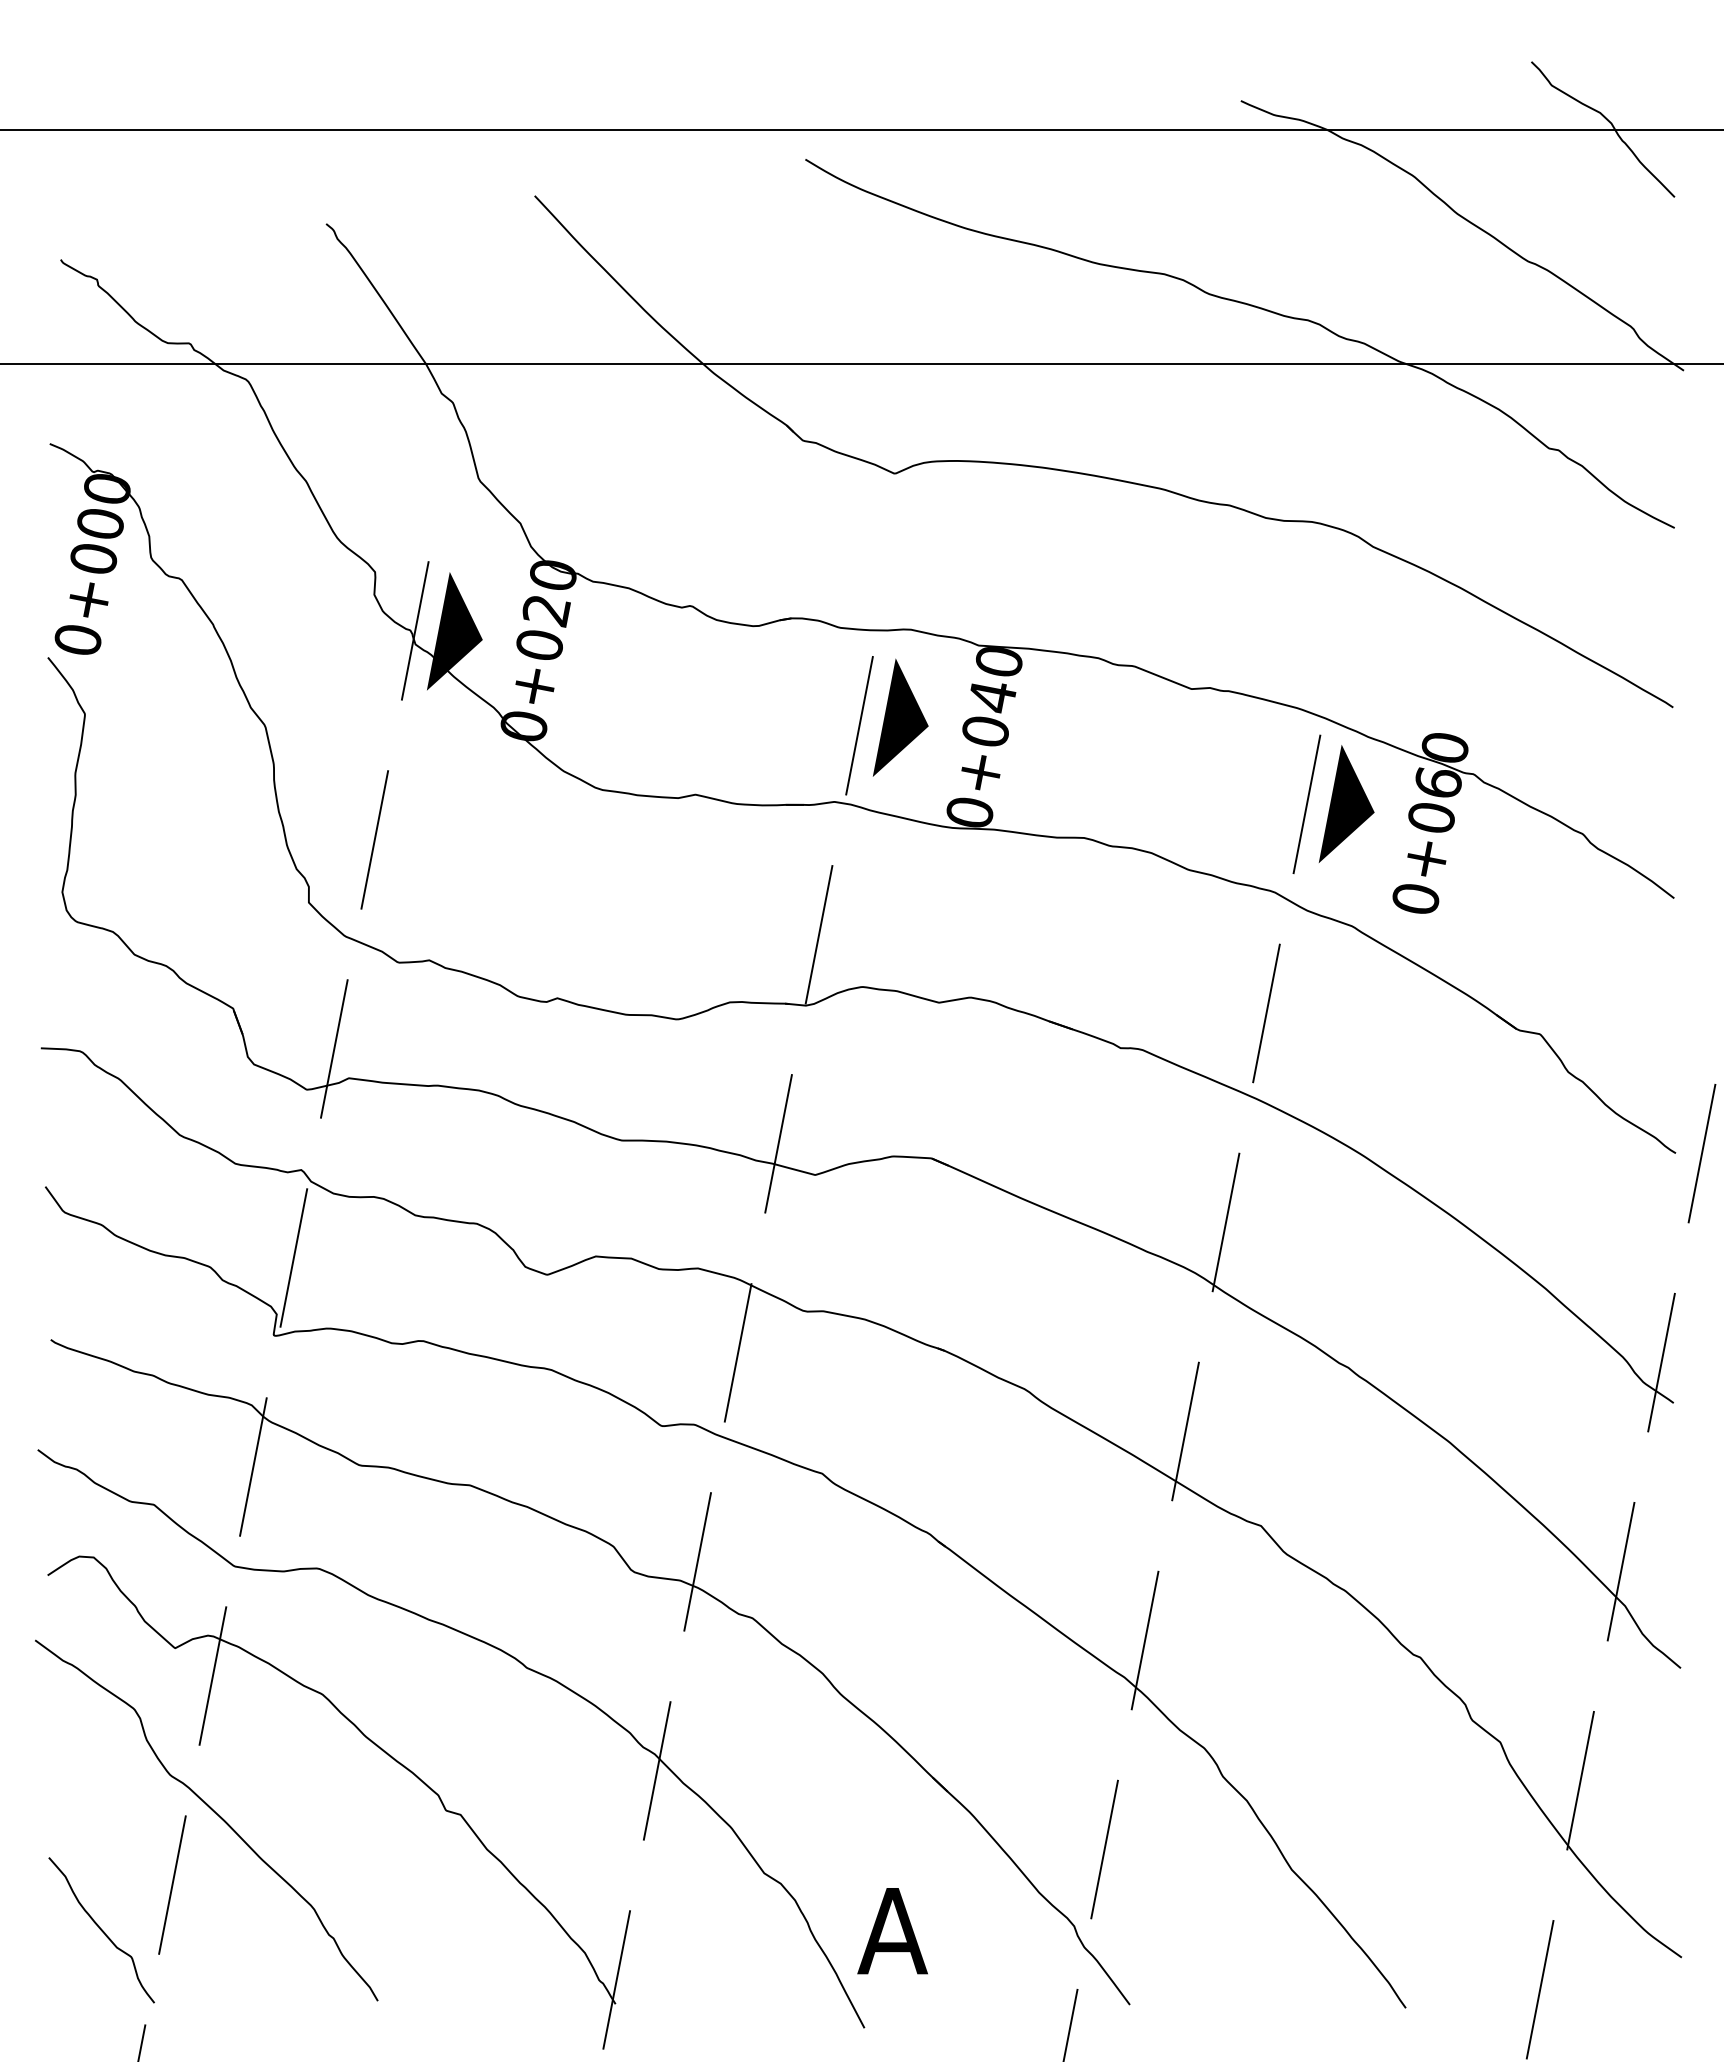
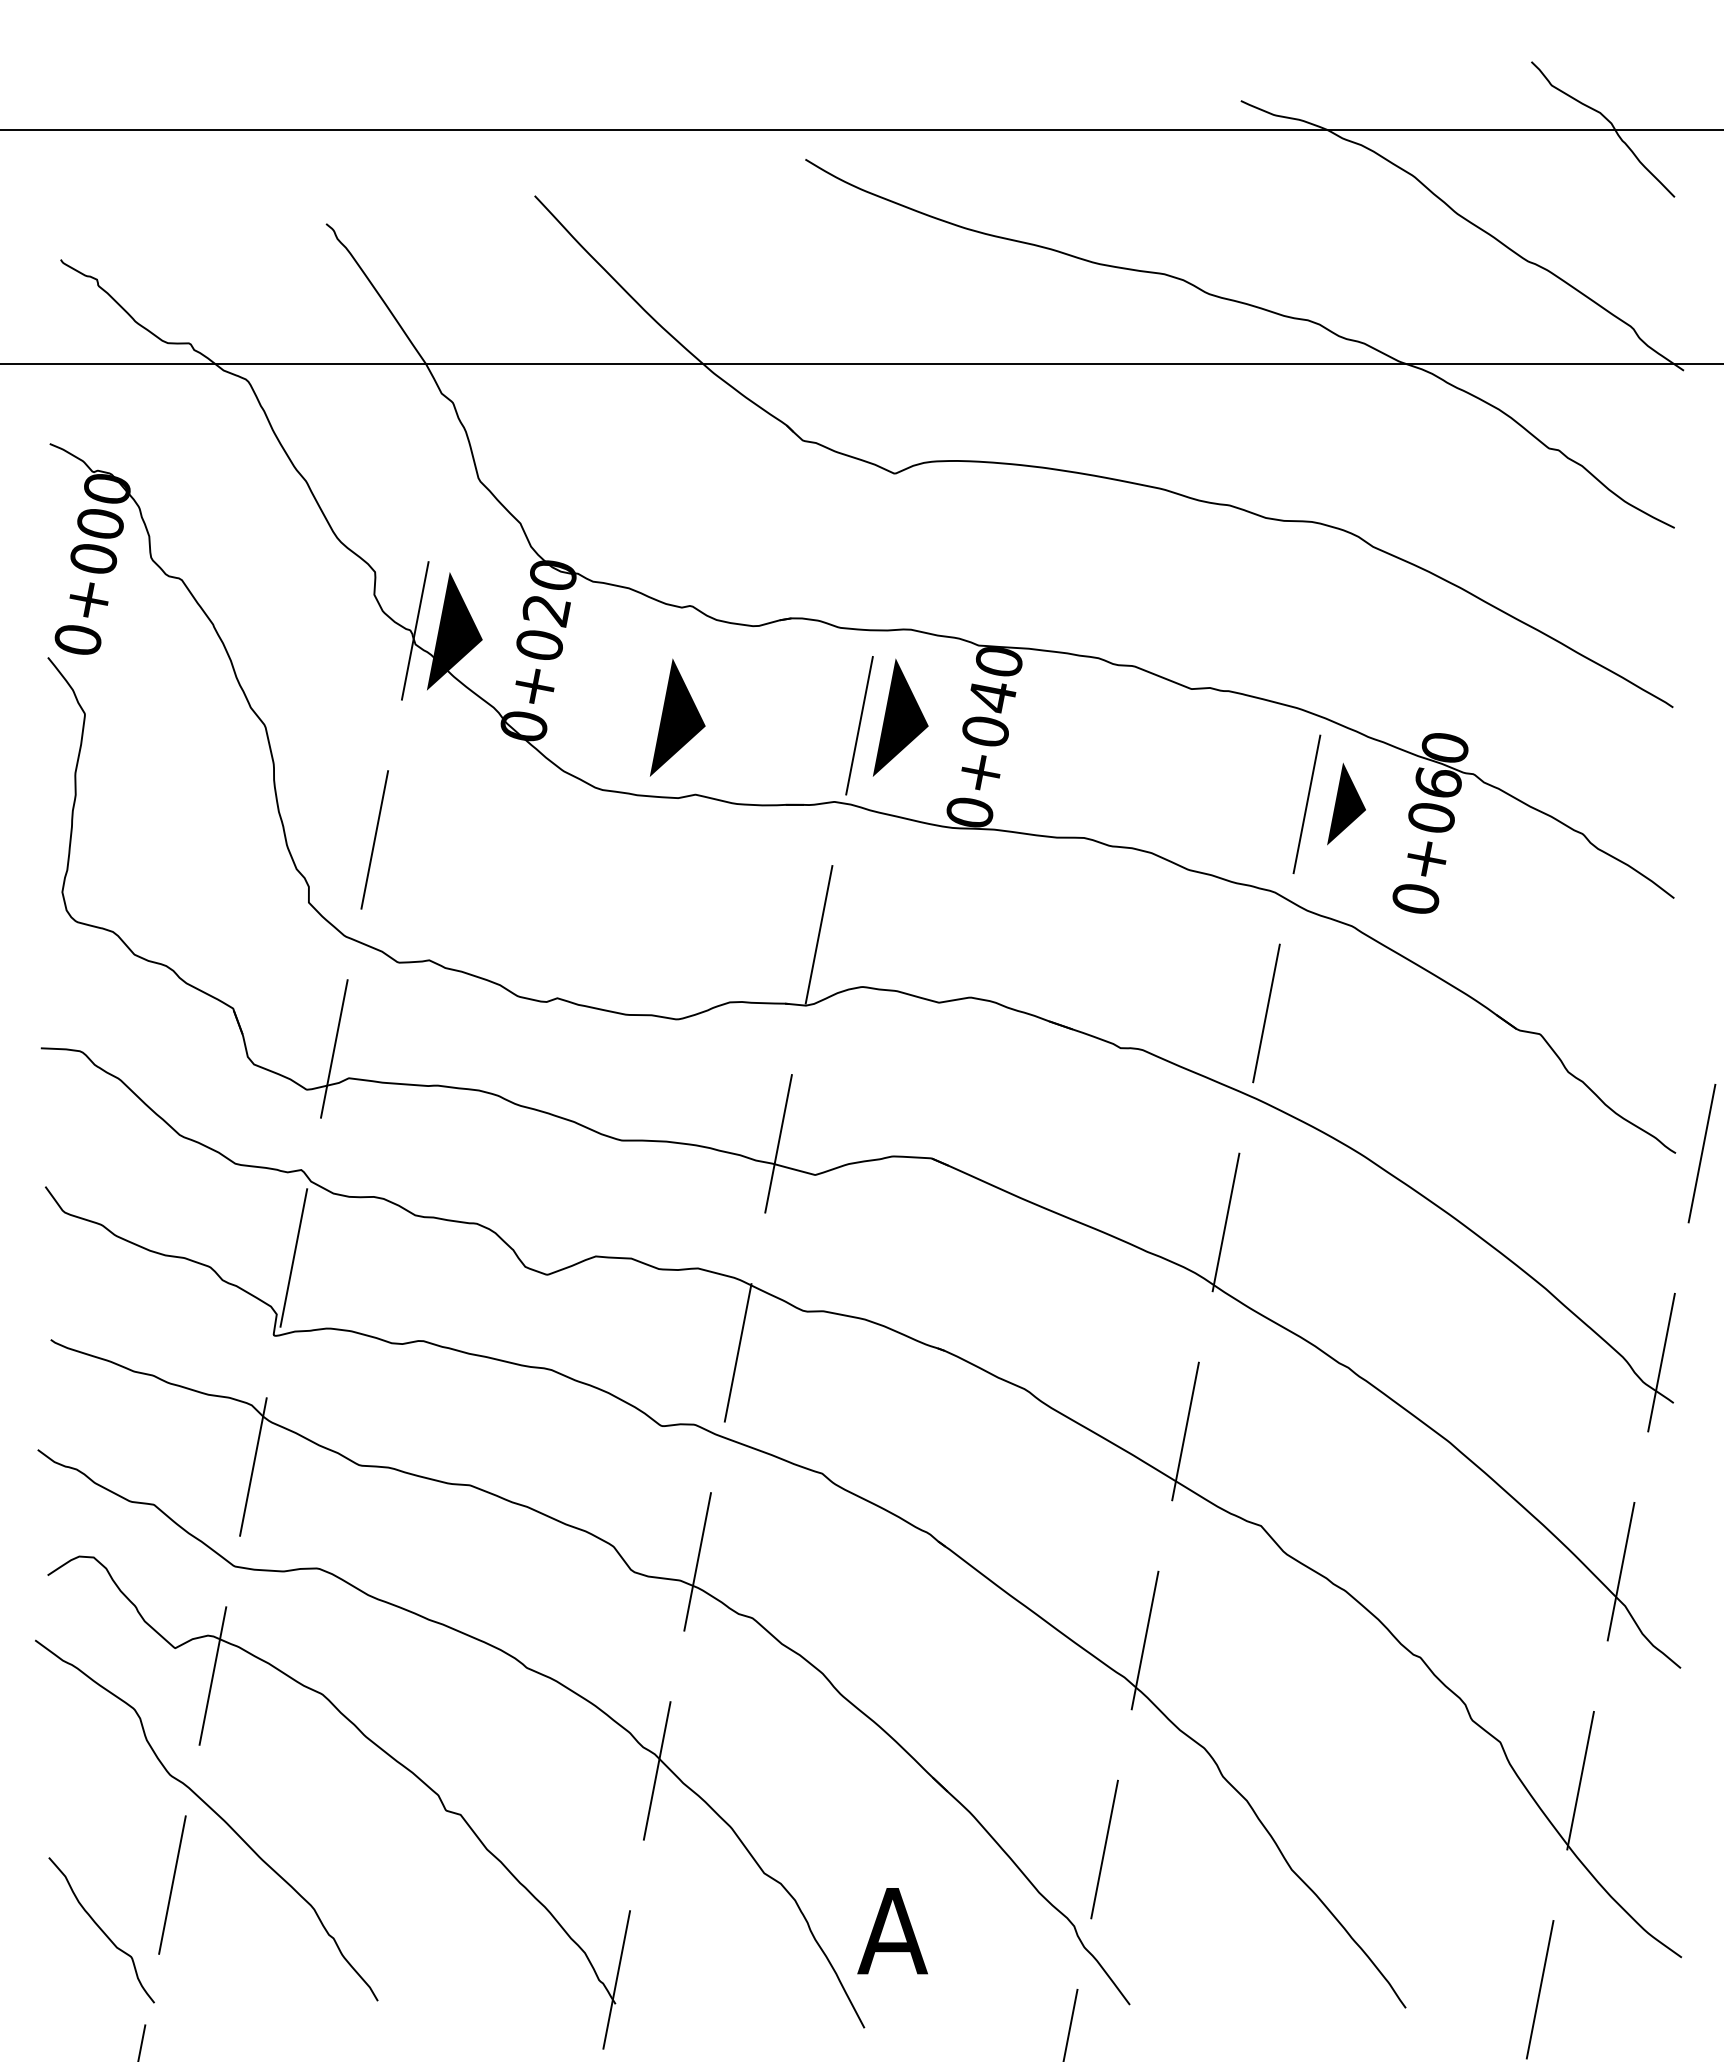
part at (677, 717): none -> present
part at (1346, 803) size: 57x118 px -> 39x84 px
